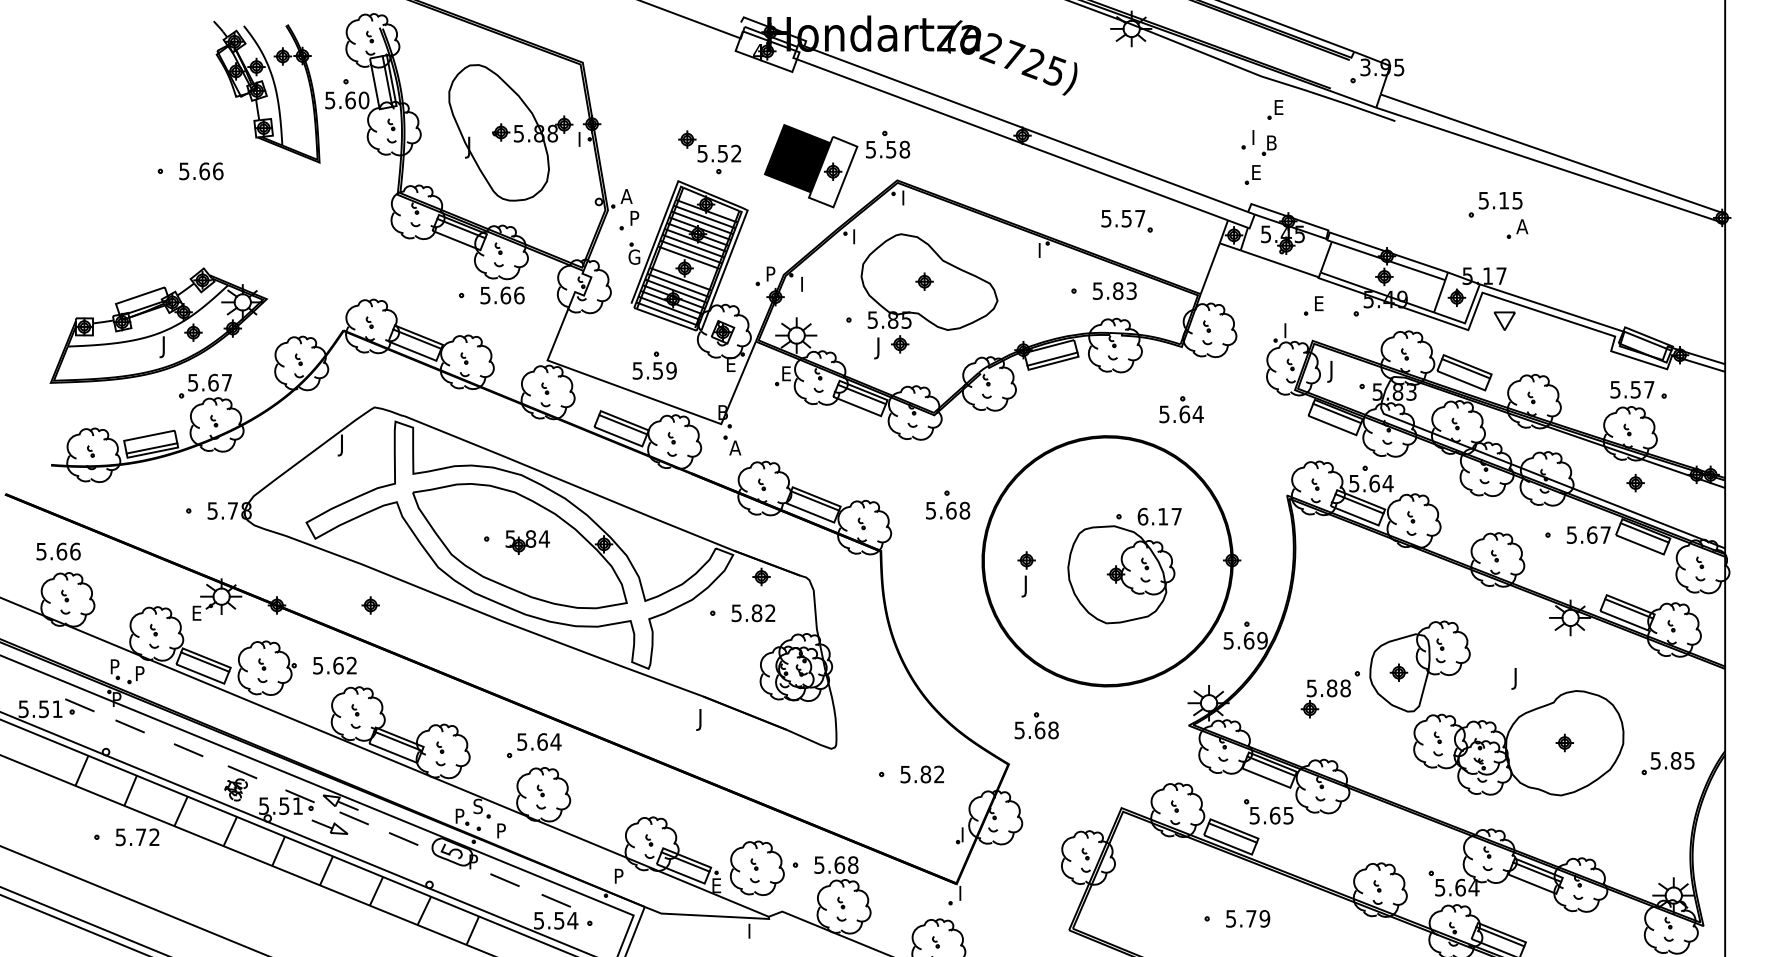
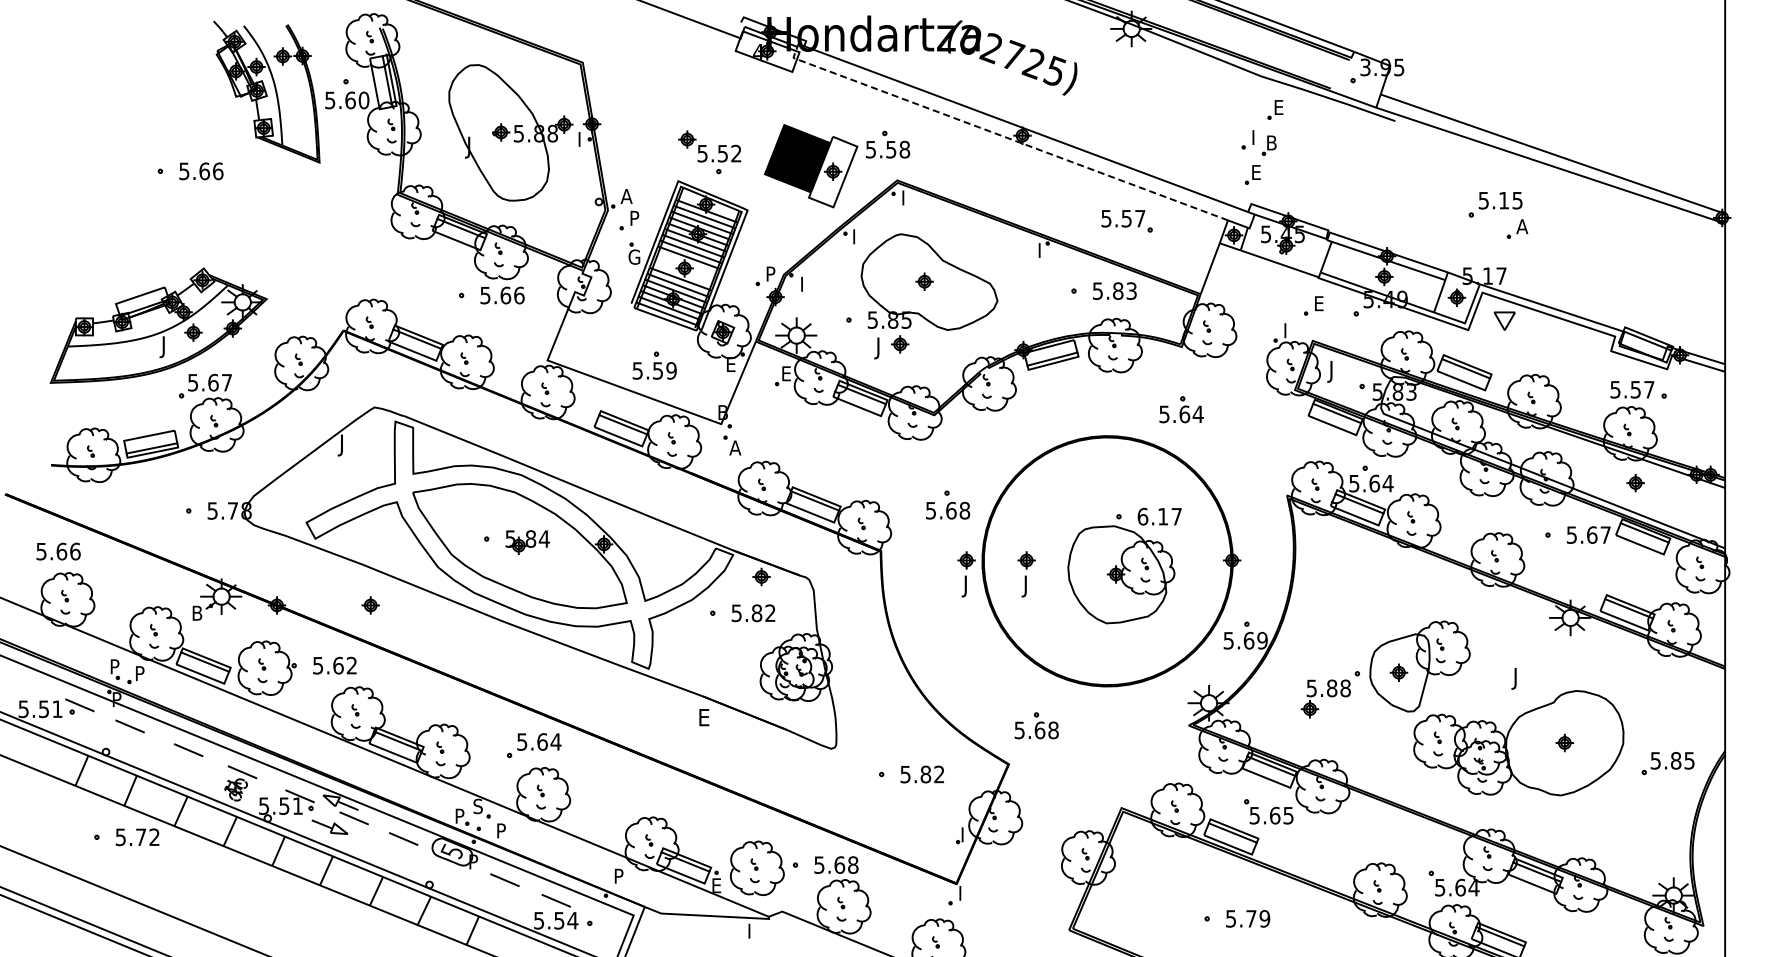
line at (1004, 136): solid -> dashed
part at (966, 574): none -> present
text at (200, 612): E -> B
text at (702, 719): J -> E
